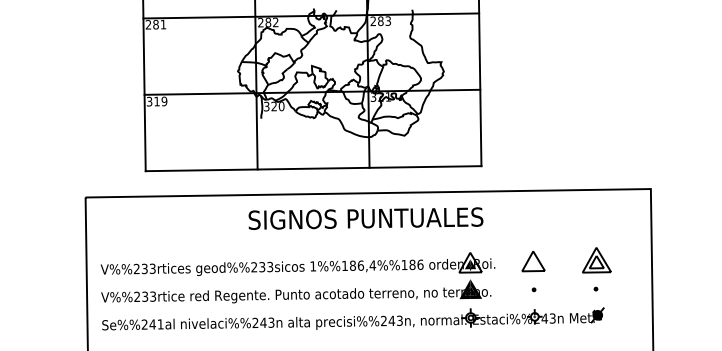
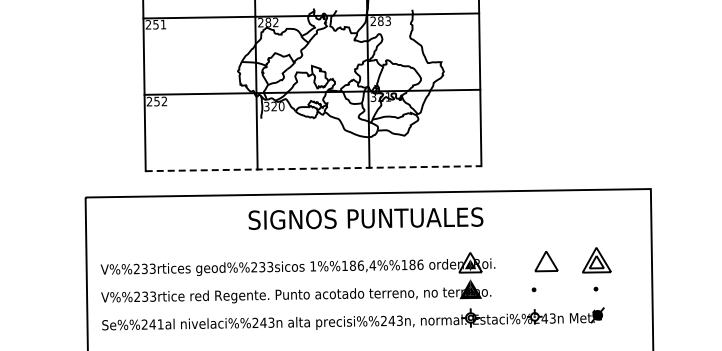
text at (155, 24): 281 -> 251
text at (156, 101): 319 -> 252
line at (313, 168): solid -> dashed
part at (533, 261) position: (533, 261) -> (546, 261)
